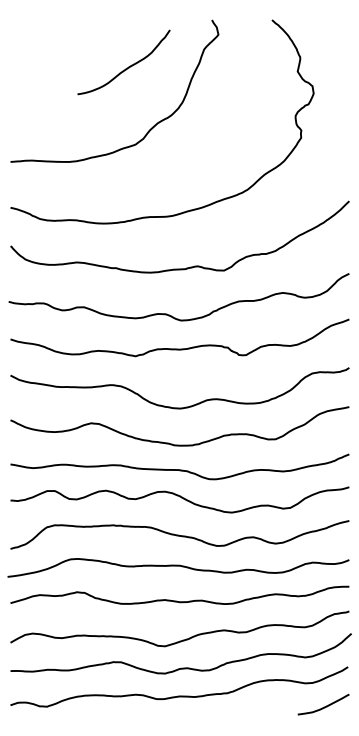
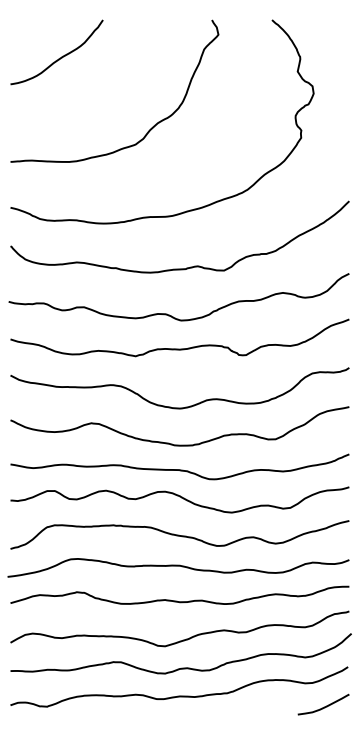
curve at (125, 68) position: (125, 68) -> (58, 58)
